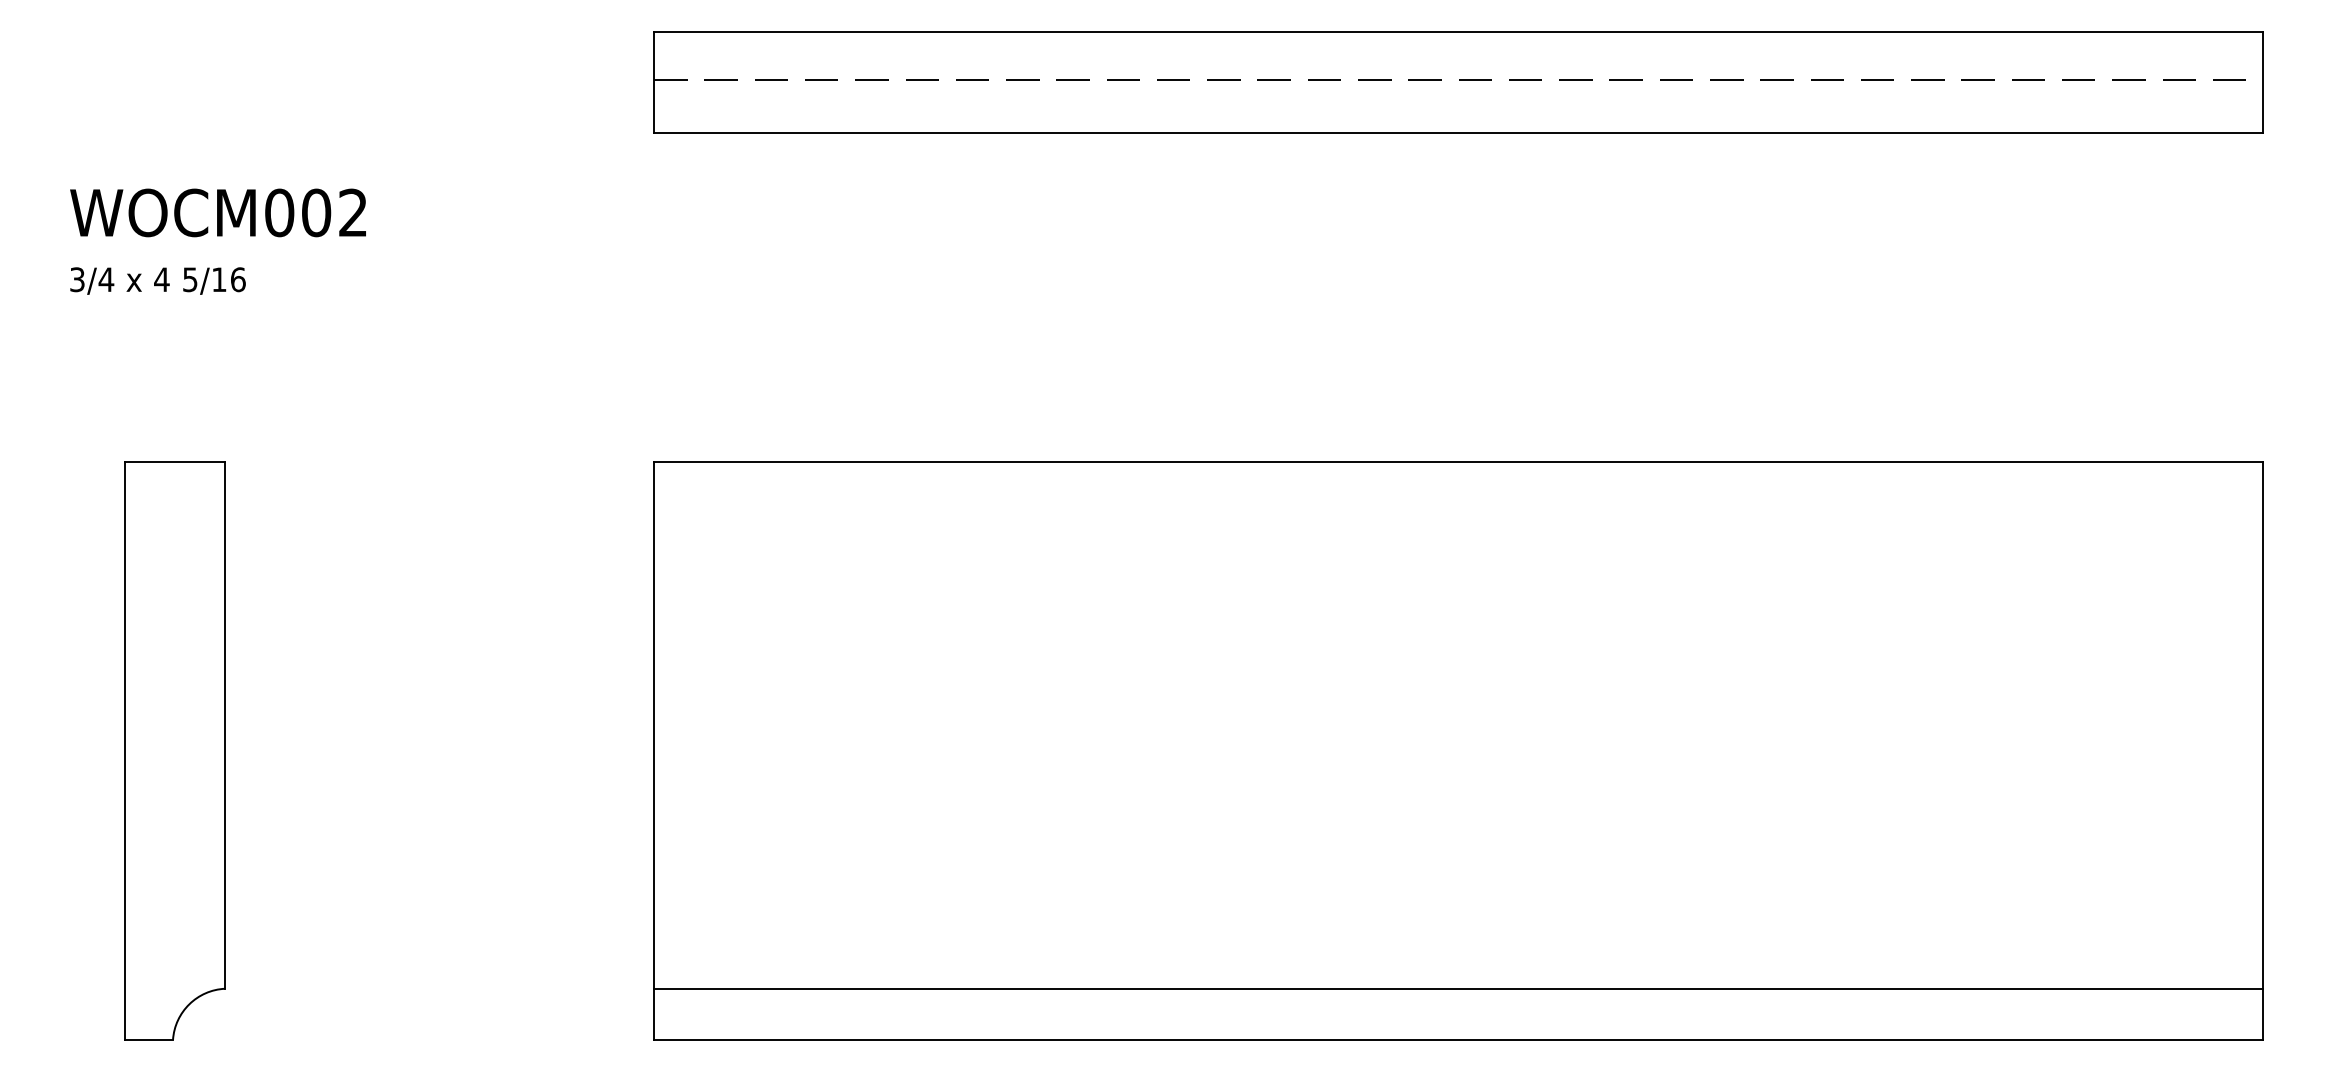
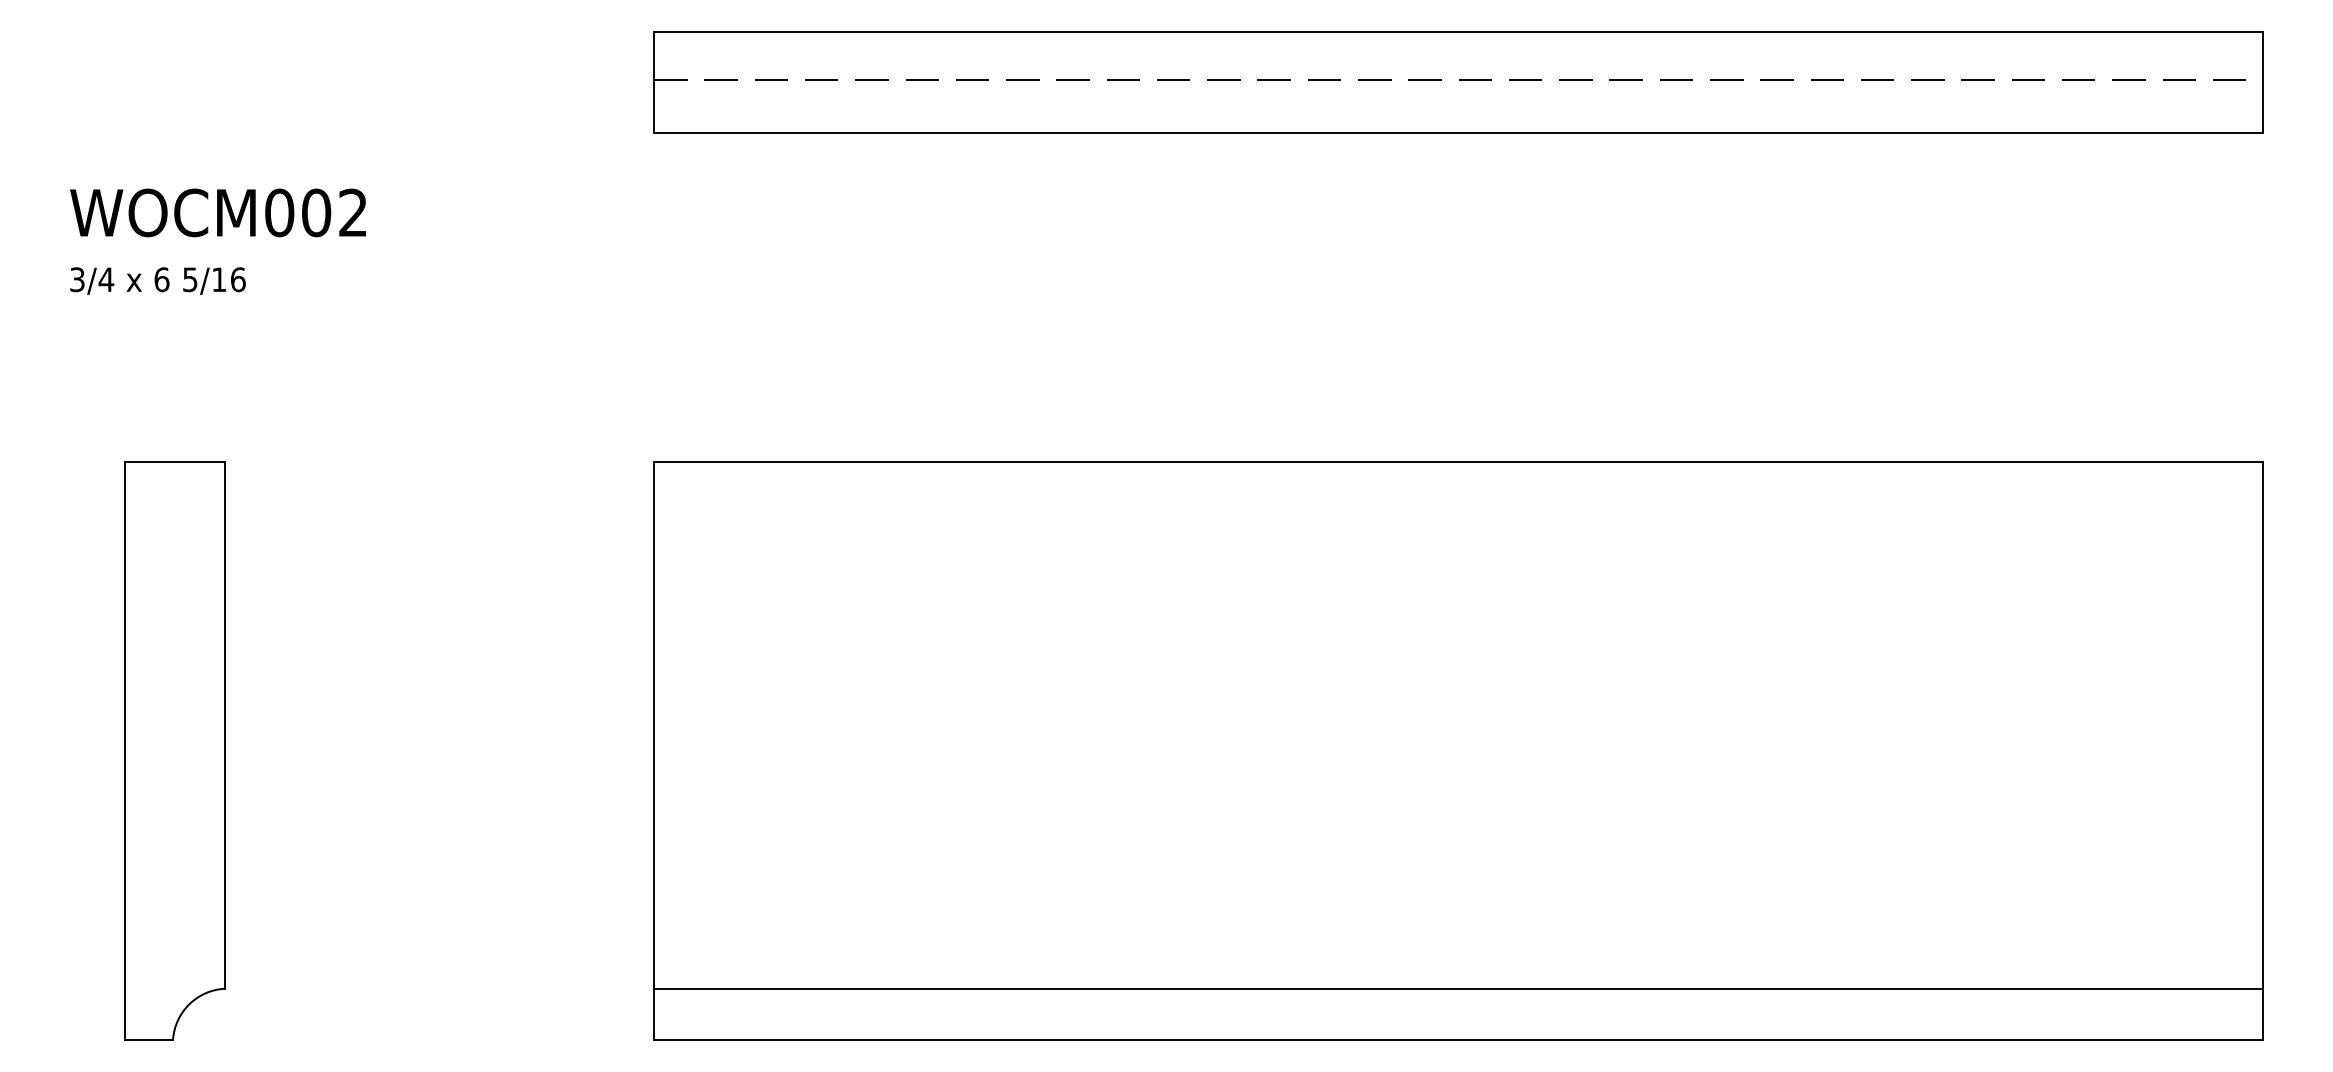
text at (161, 279): 4 -> 6
